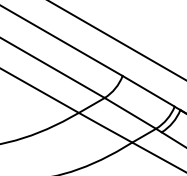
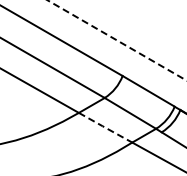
line at (117, 40): solid -> dashed
line at (105, 127): solid -> dashed
